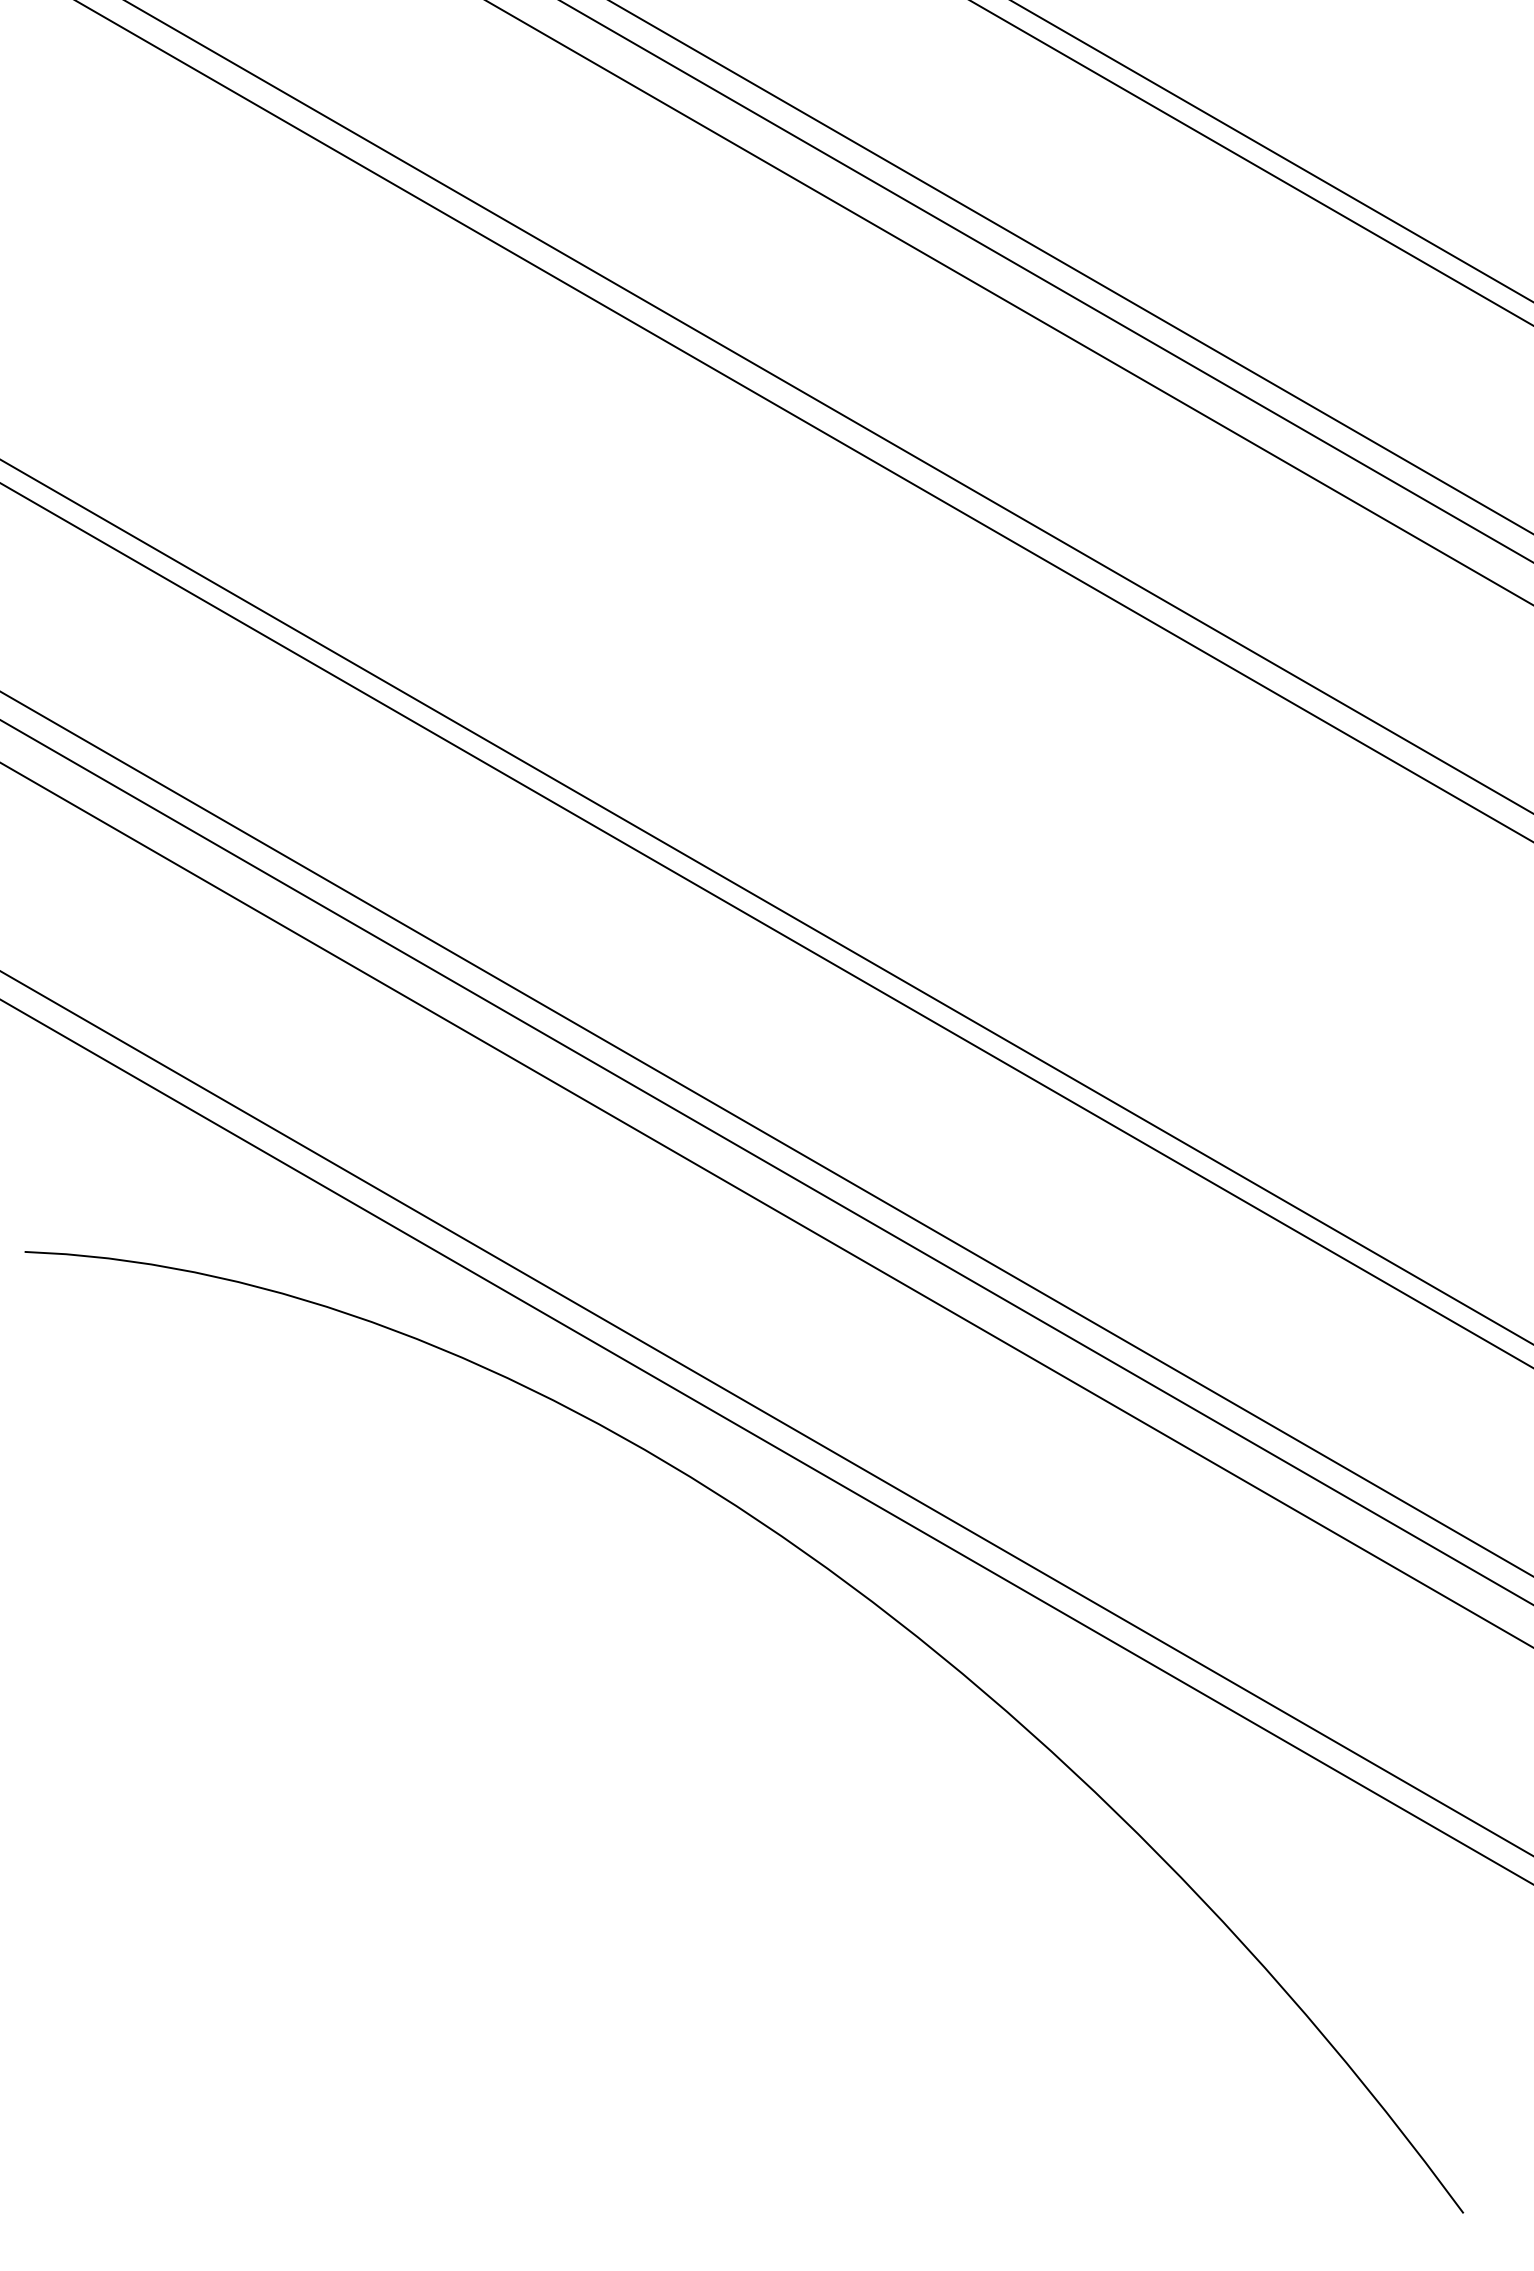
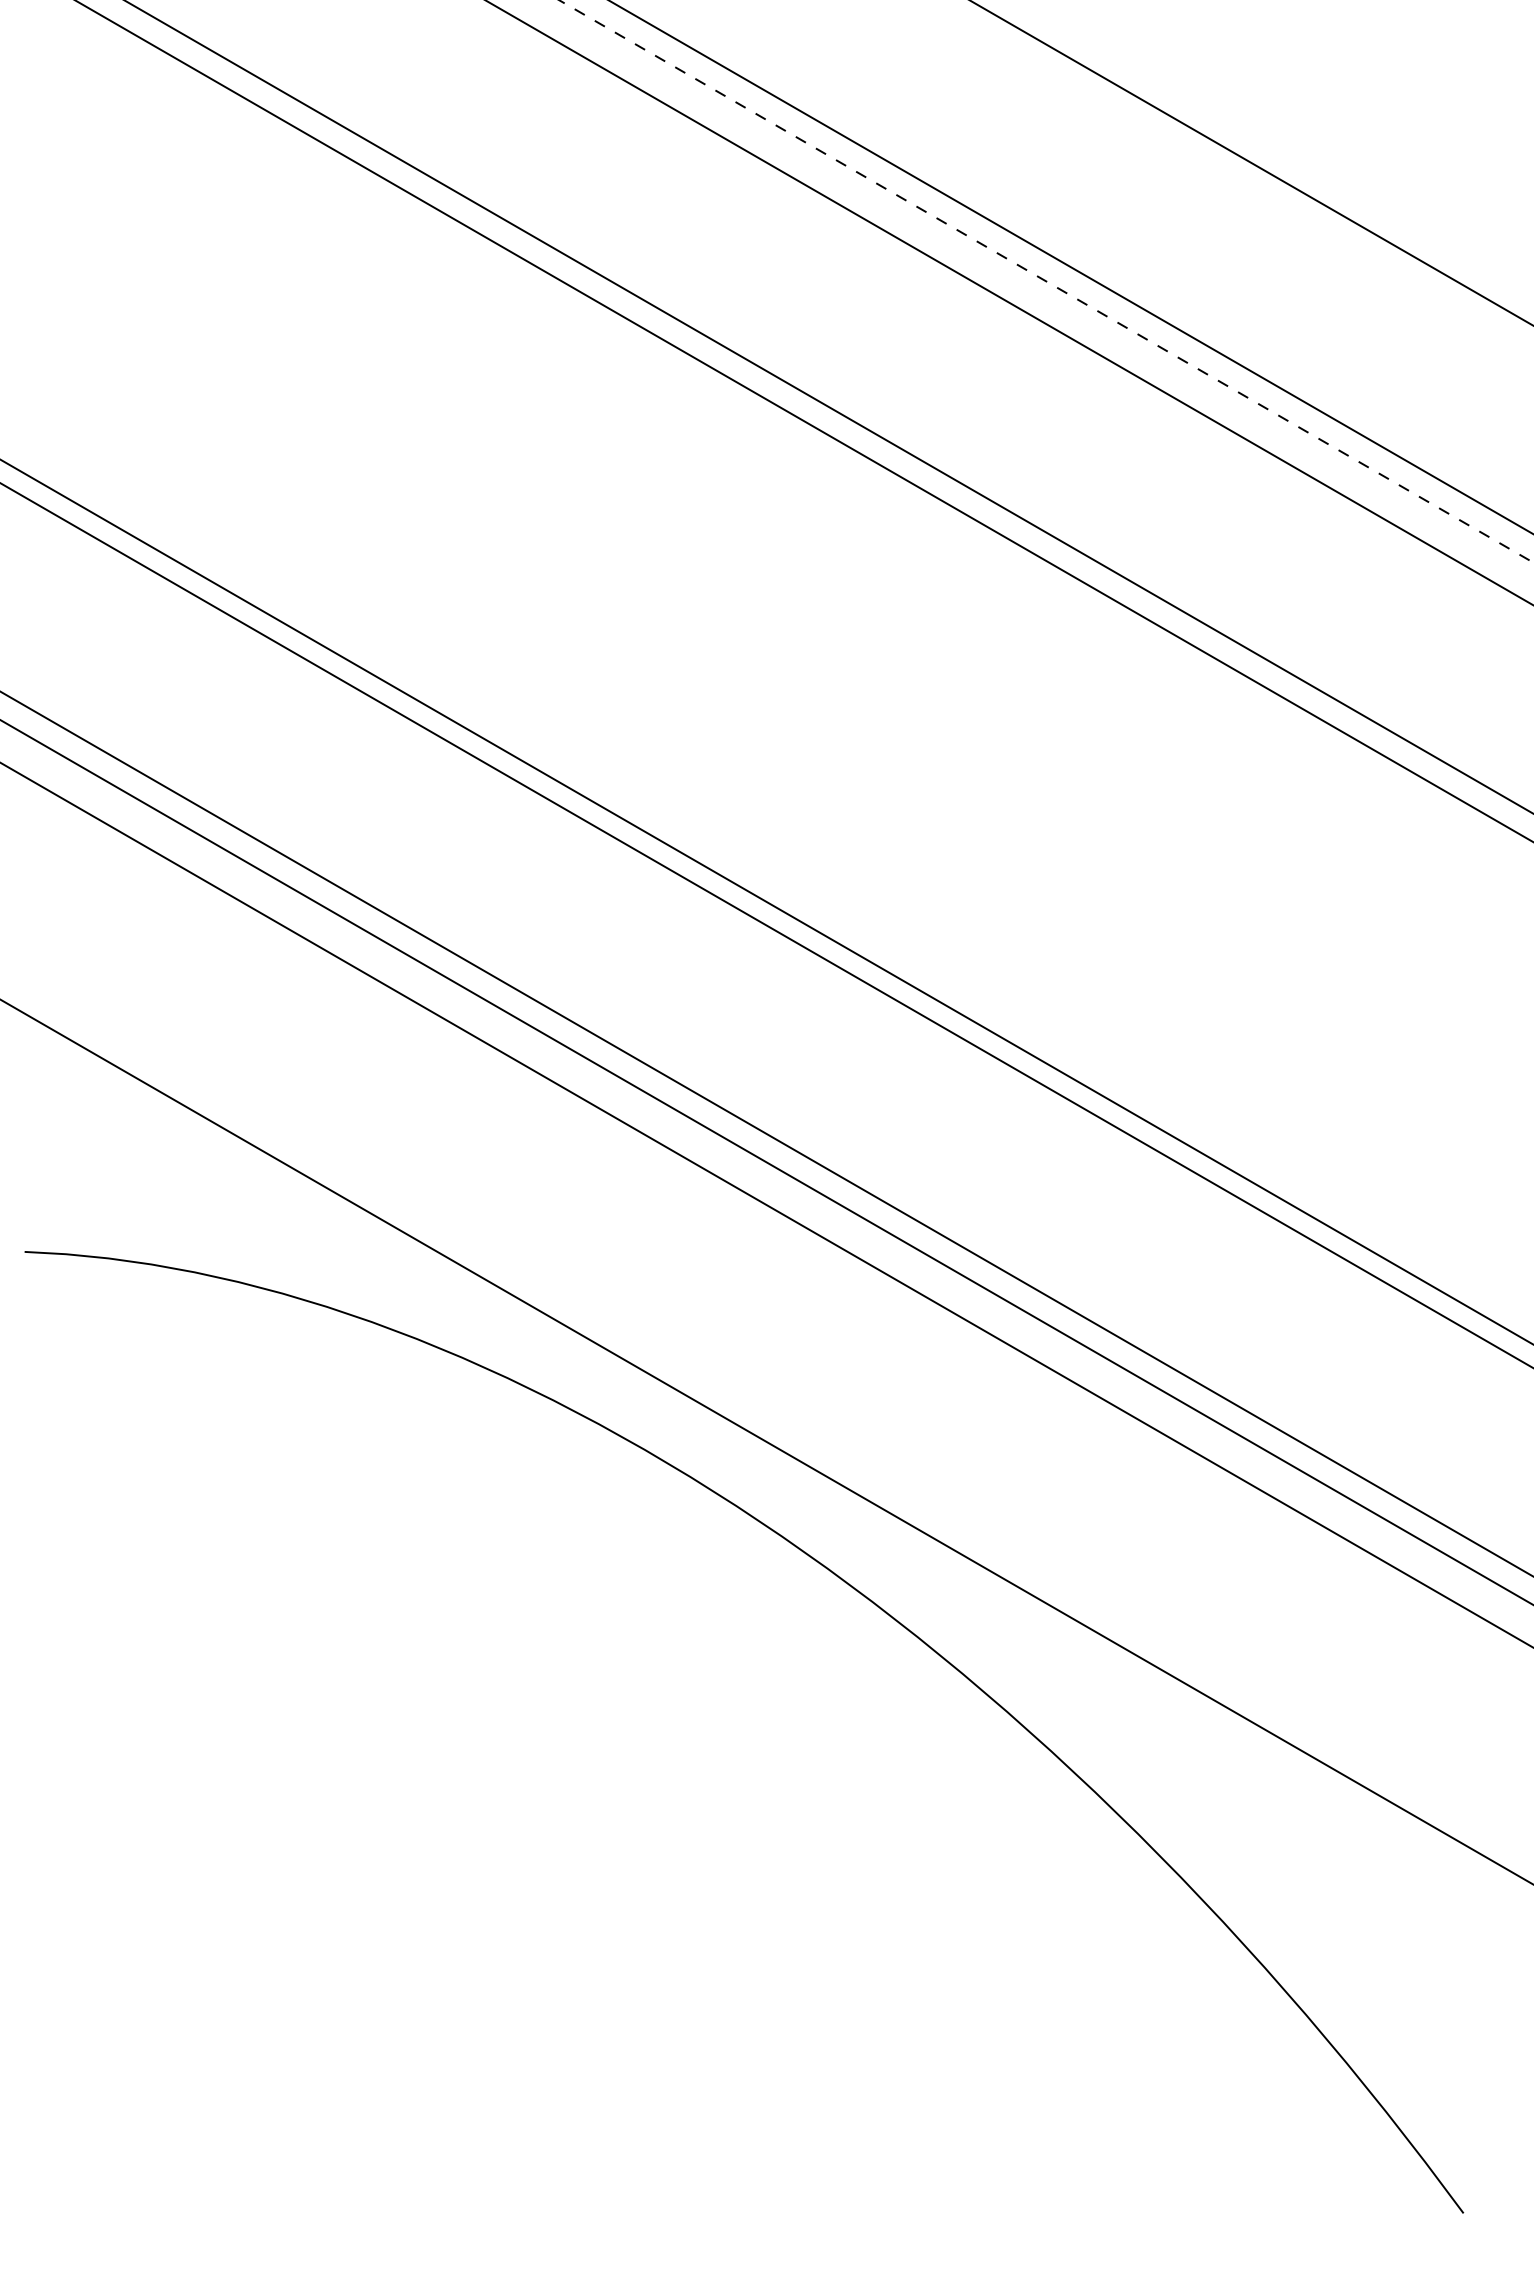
line at (1272, 151): present -> none
line at (1046, 281): solid -> dashed
line at (766, 1413): present -> none
